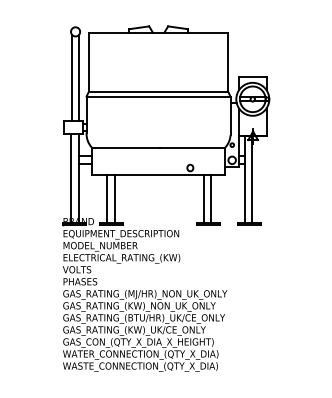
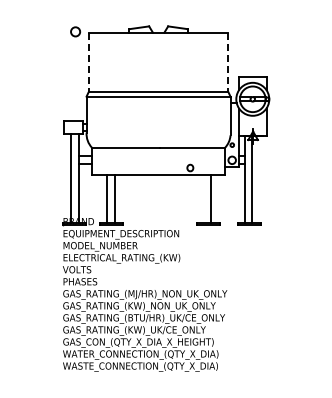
line at (88, 62): solid -> dashed
line at (228, 62): solid -> dashed
line at (71, 77): present -> none
line at (79, 77): present -> none
line at (203, 198): present -> none
